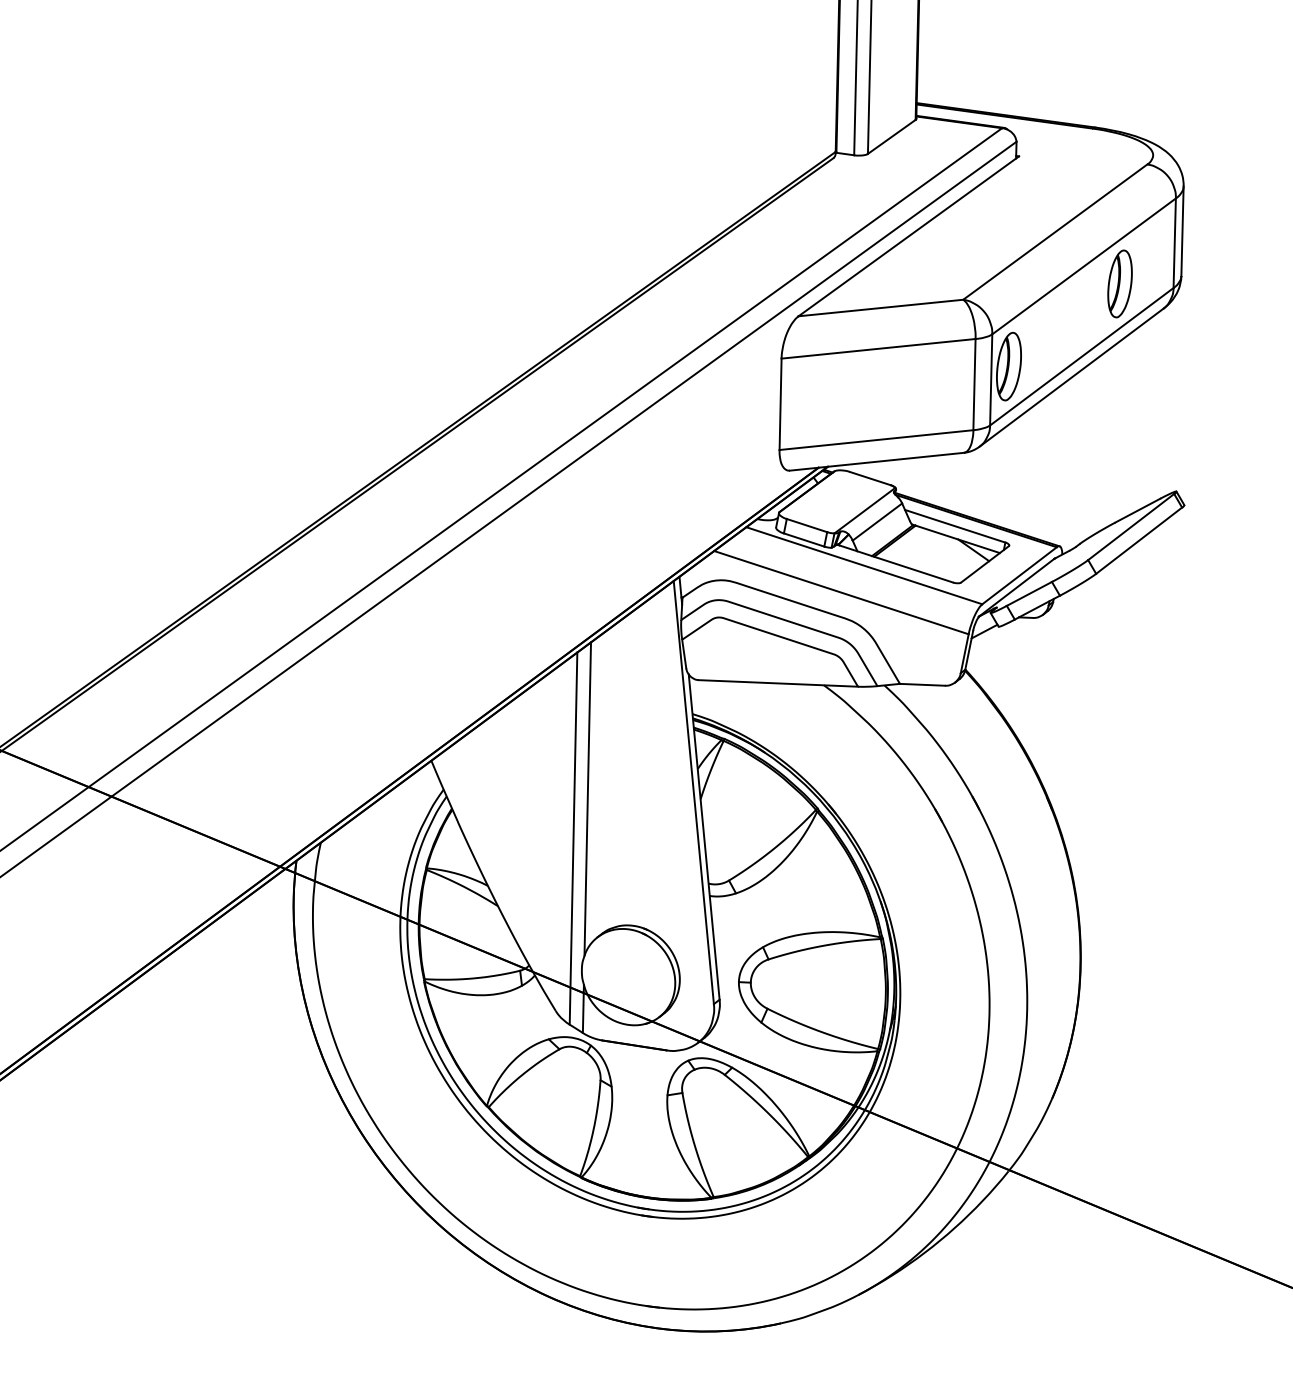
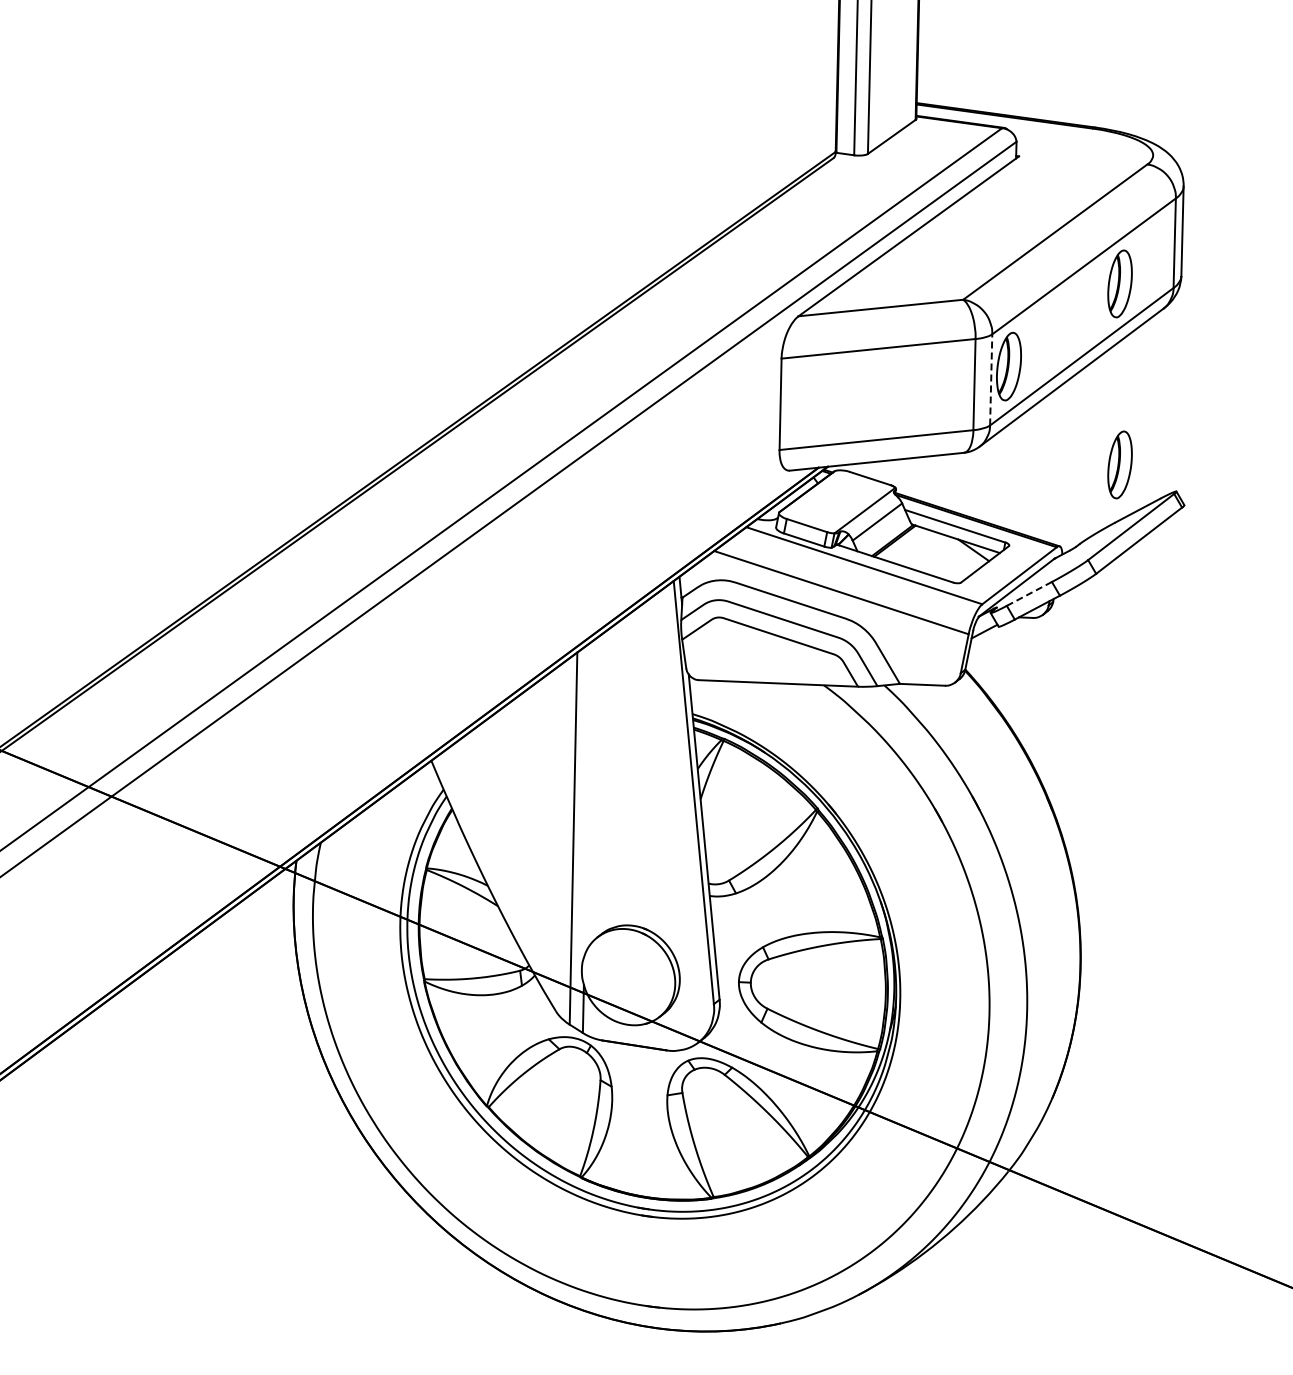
line at (991, 379): solid -> dashed
part at (1119, 464): none -> present
line at (1029, 593): solid -> dashed
line at (587, 798): present -> none
